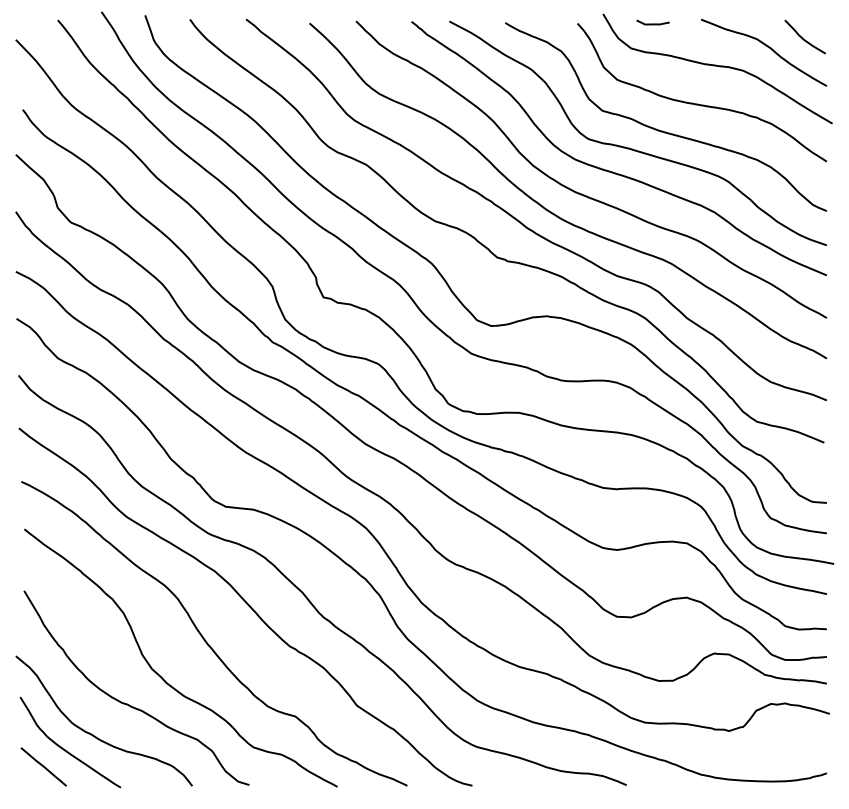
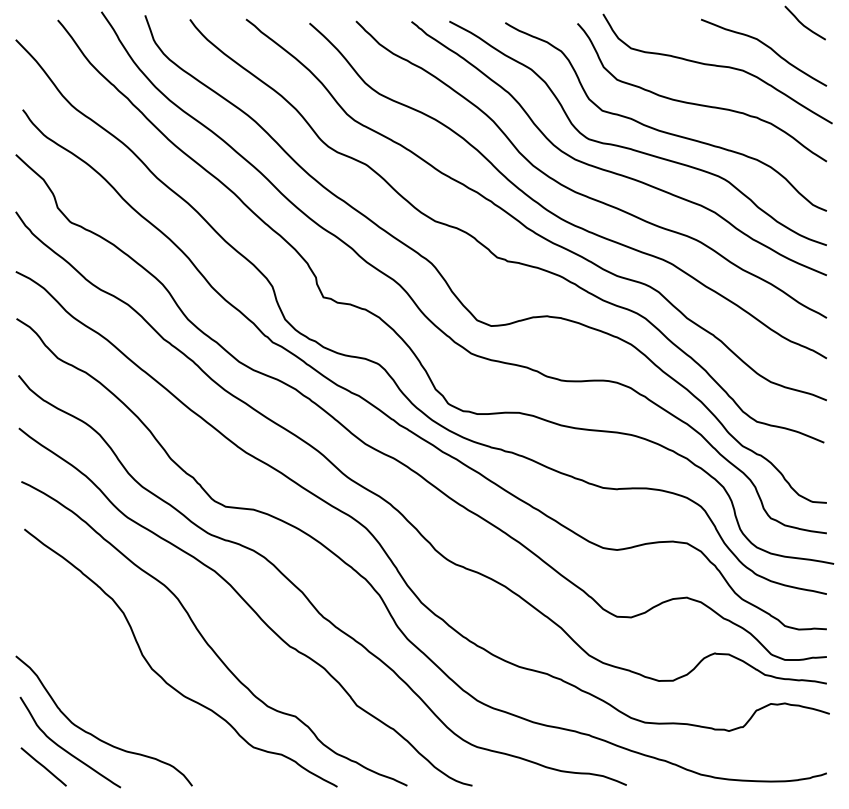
line at (652, 23): present -> none
curve at (802, 37) position: (802, 37) -> (802, 23)
curve at (127, 703): present -> none
